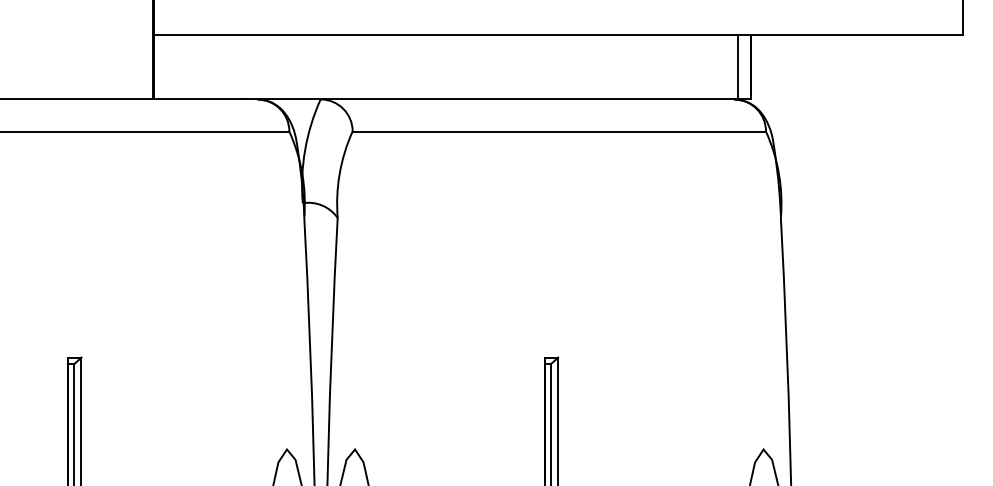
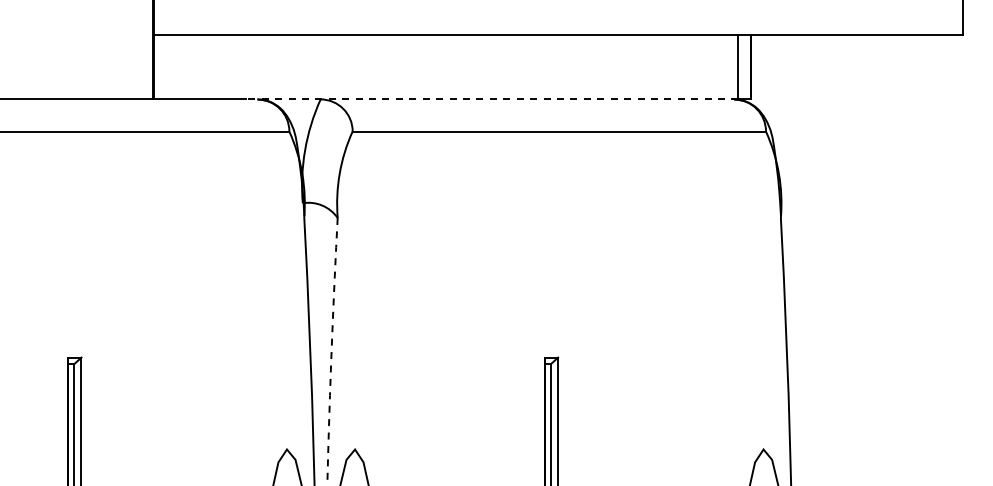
line at (489, 99): solid -> dashed
arc at (331, 352): solid -> dashed
